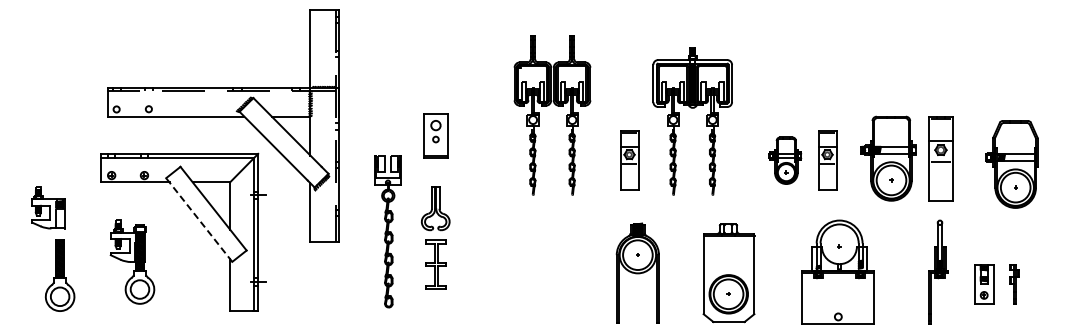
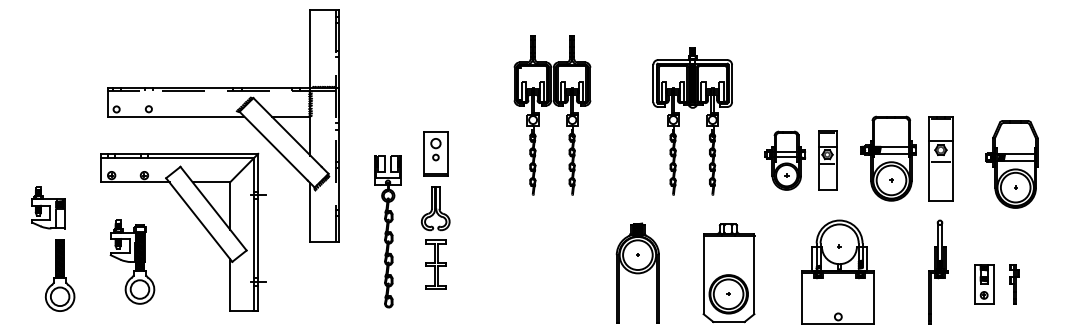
part at (435, 135) position: (435, 135) -> (435, 153)
part at (629, 160): present -> none
part at (785, 160) size: 35x49 px -> 42x61 px
line at (198, 219): dashed -> solid
